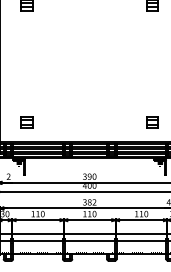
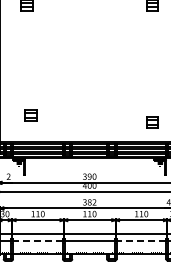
part at (26, 122) position: (26, 122) -> (30, 115)
line at (38, 241): solid -> dashed
line at (141, 241): solid -> dashed
